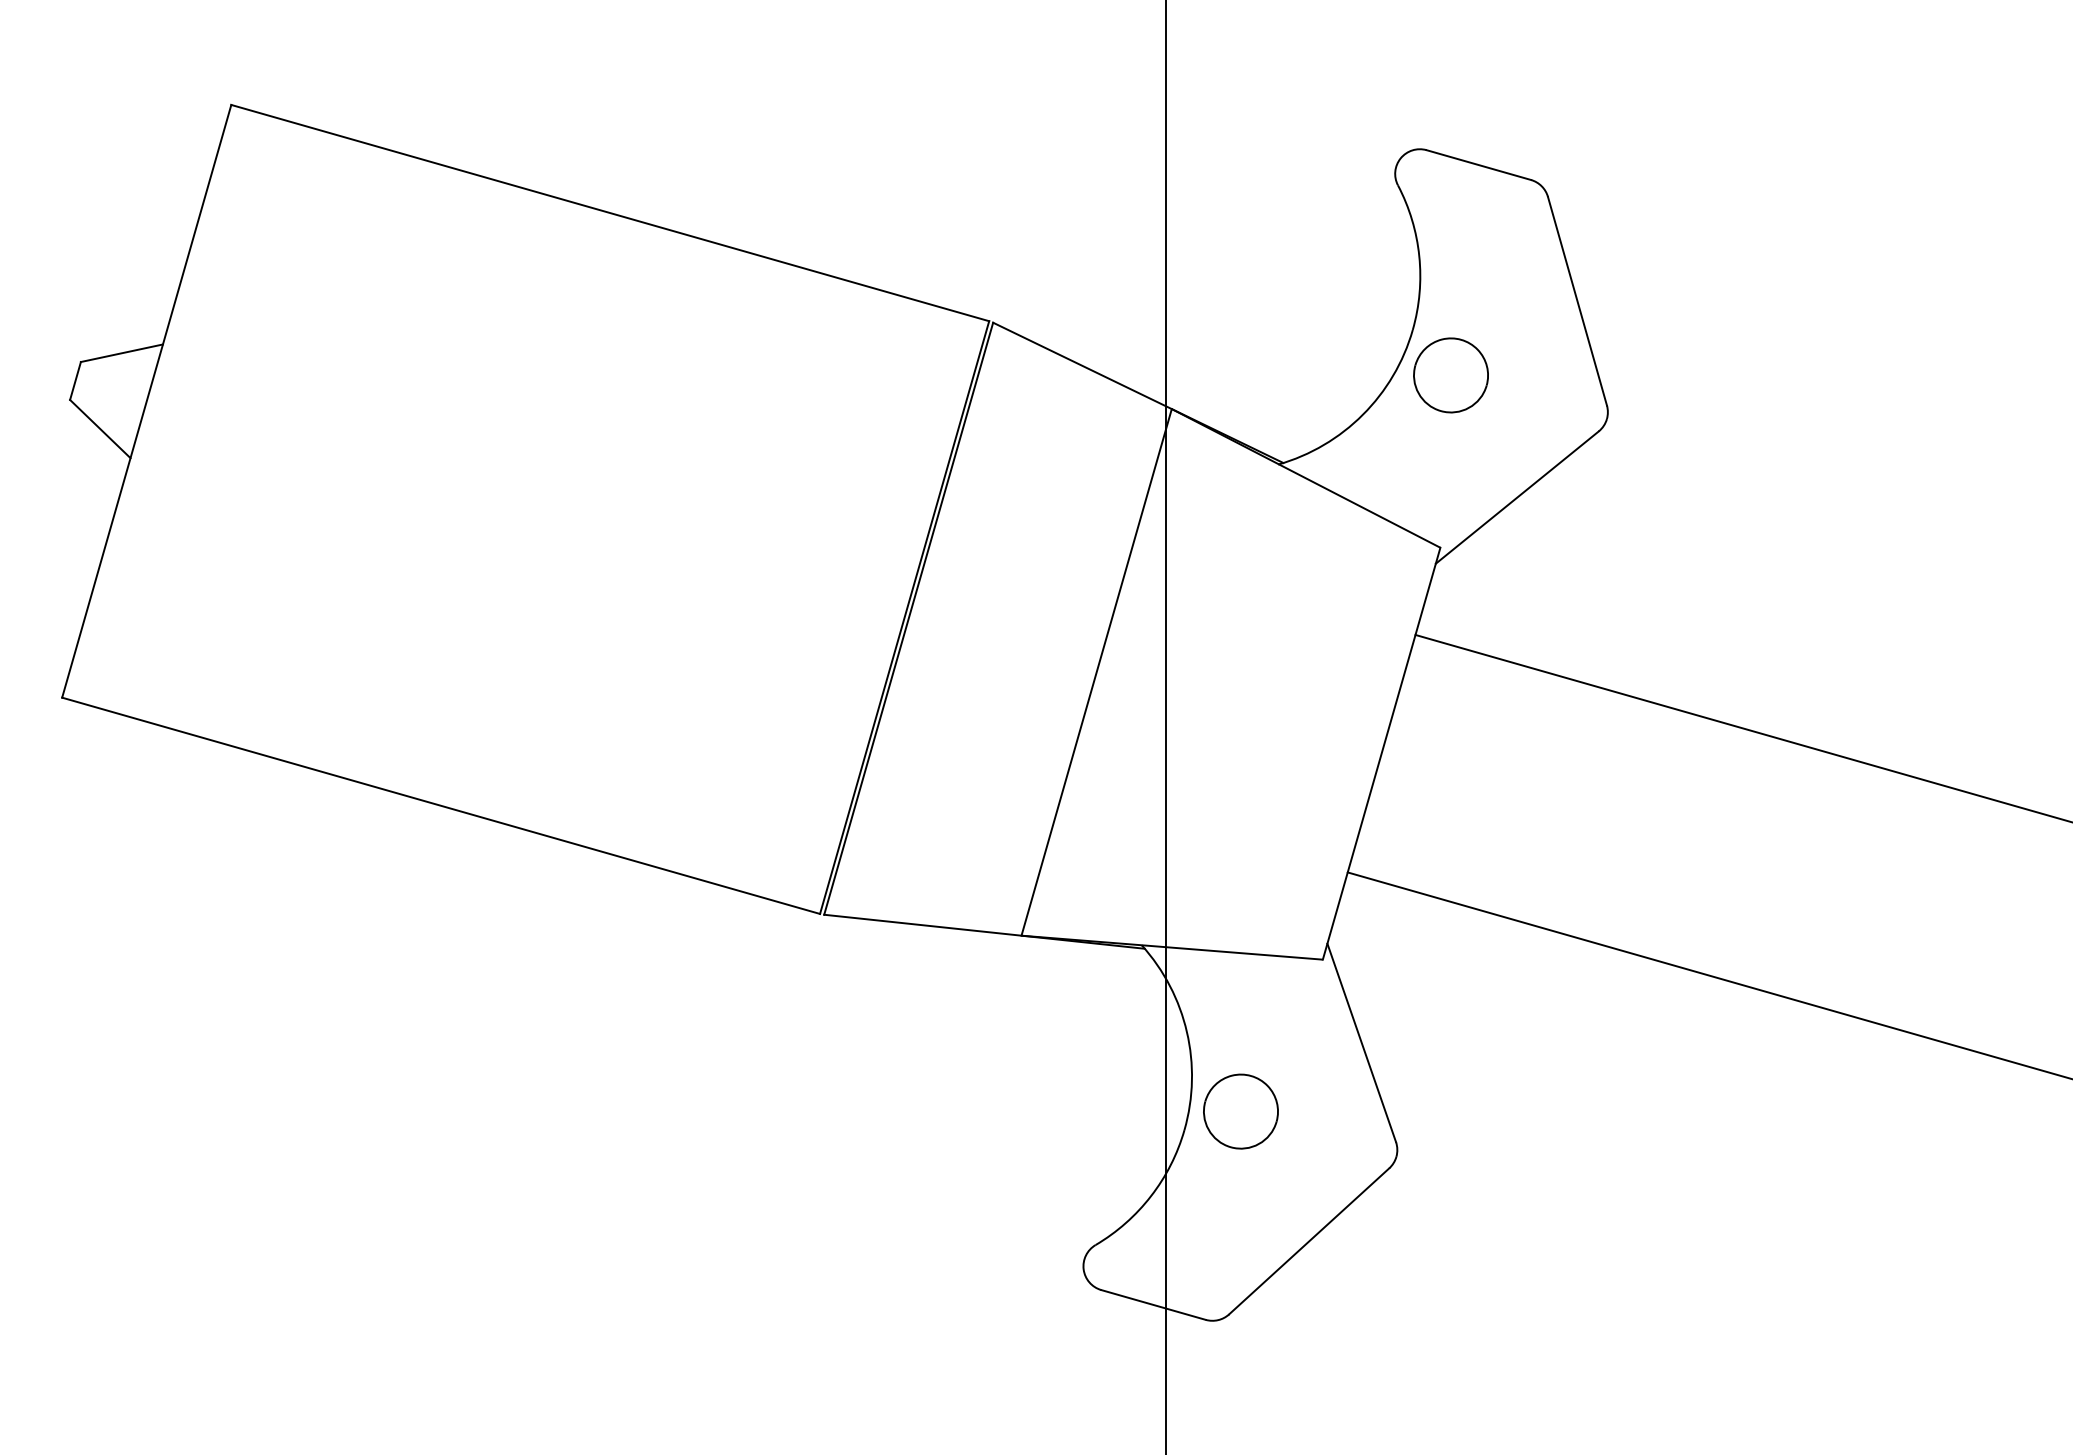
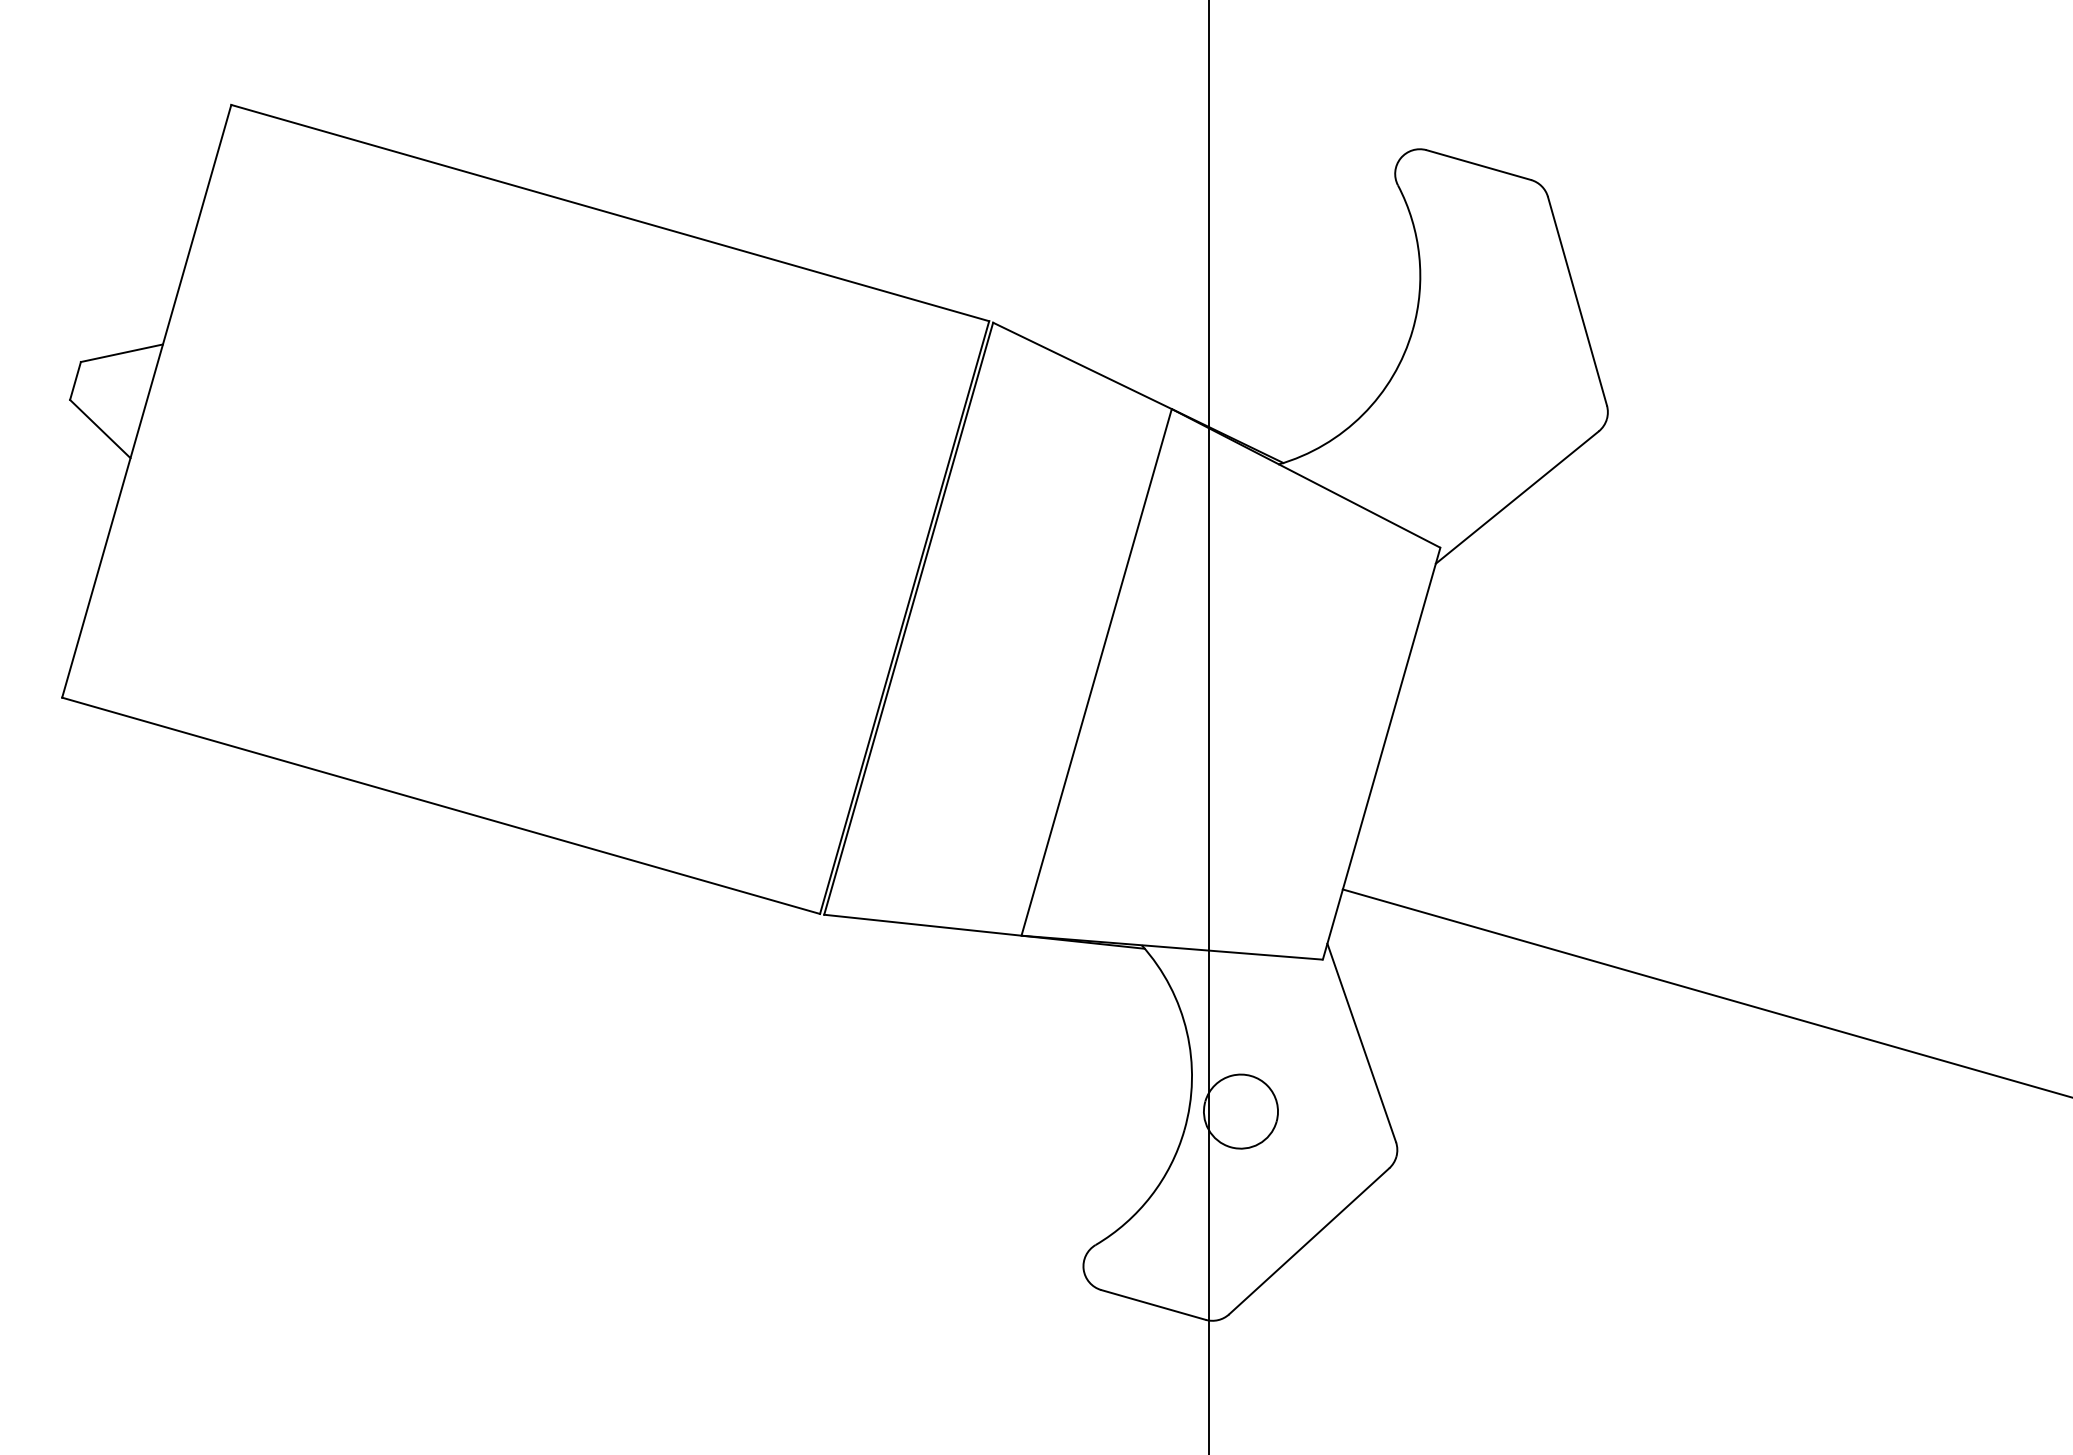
part at (1450, 375): present -> none
line at (1166, 726) position: (1166, 726) -> (1209, 726)
line at (1742, 727): present -> none
line at (1708, 975) position: (1708, 975) -> (1705, 992)
